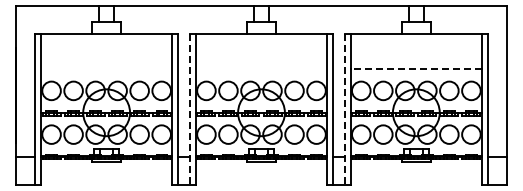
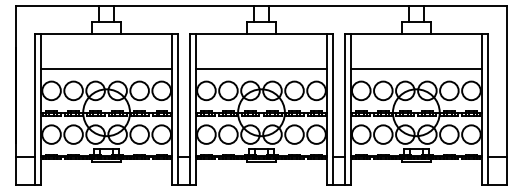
line at (106, 69): none -> present
line at (261, 69): none -> present
line at (416, 69): dashed -> solid
line at (190, 110): dashed -> solid
line at (344, 110): dashed -> solid
